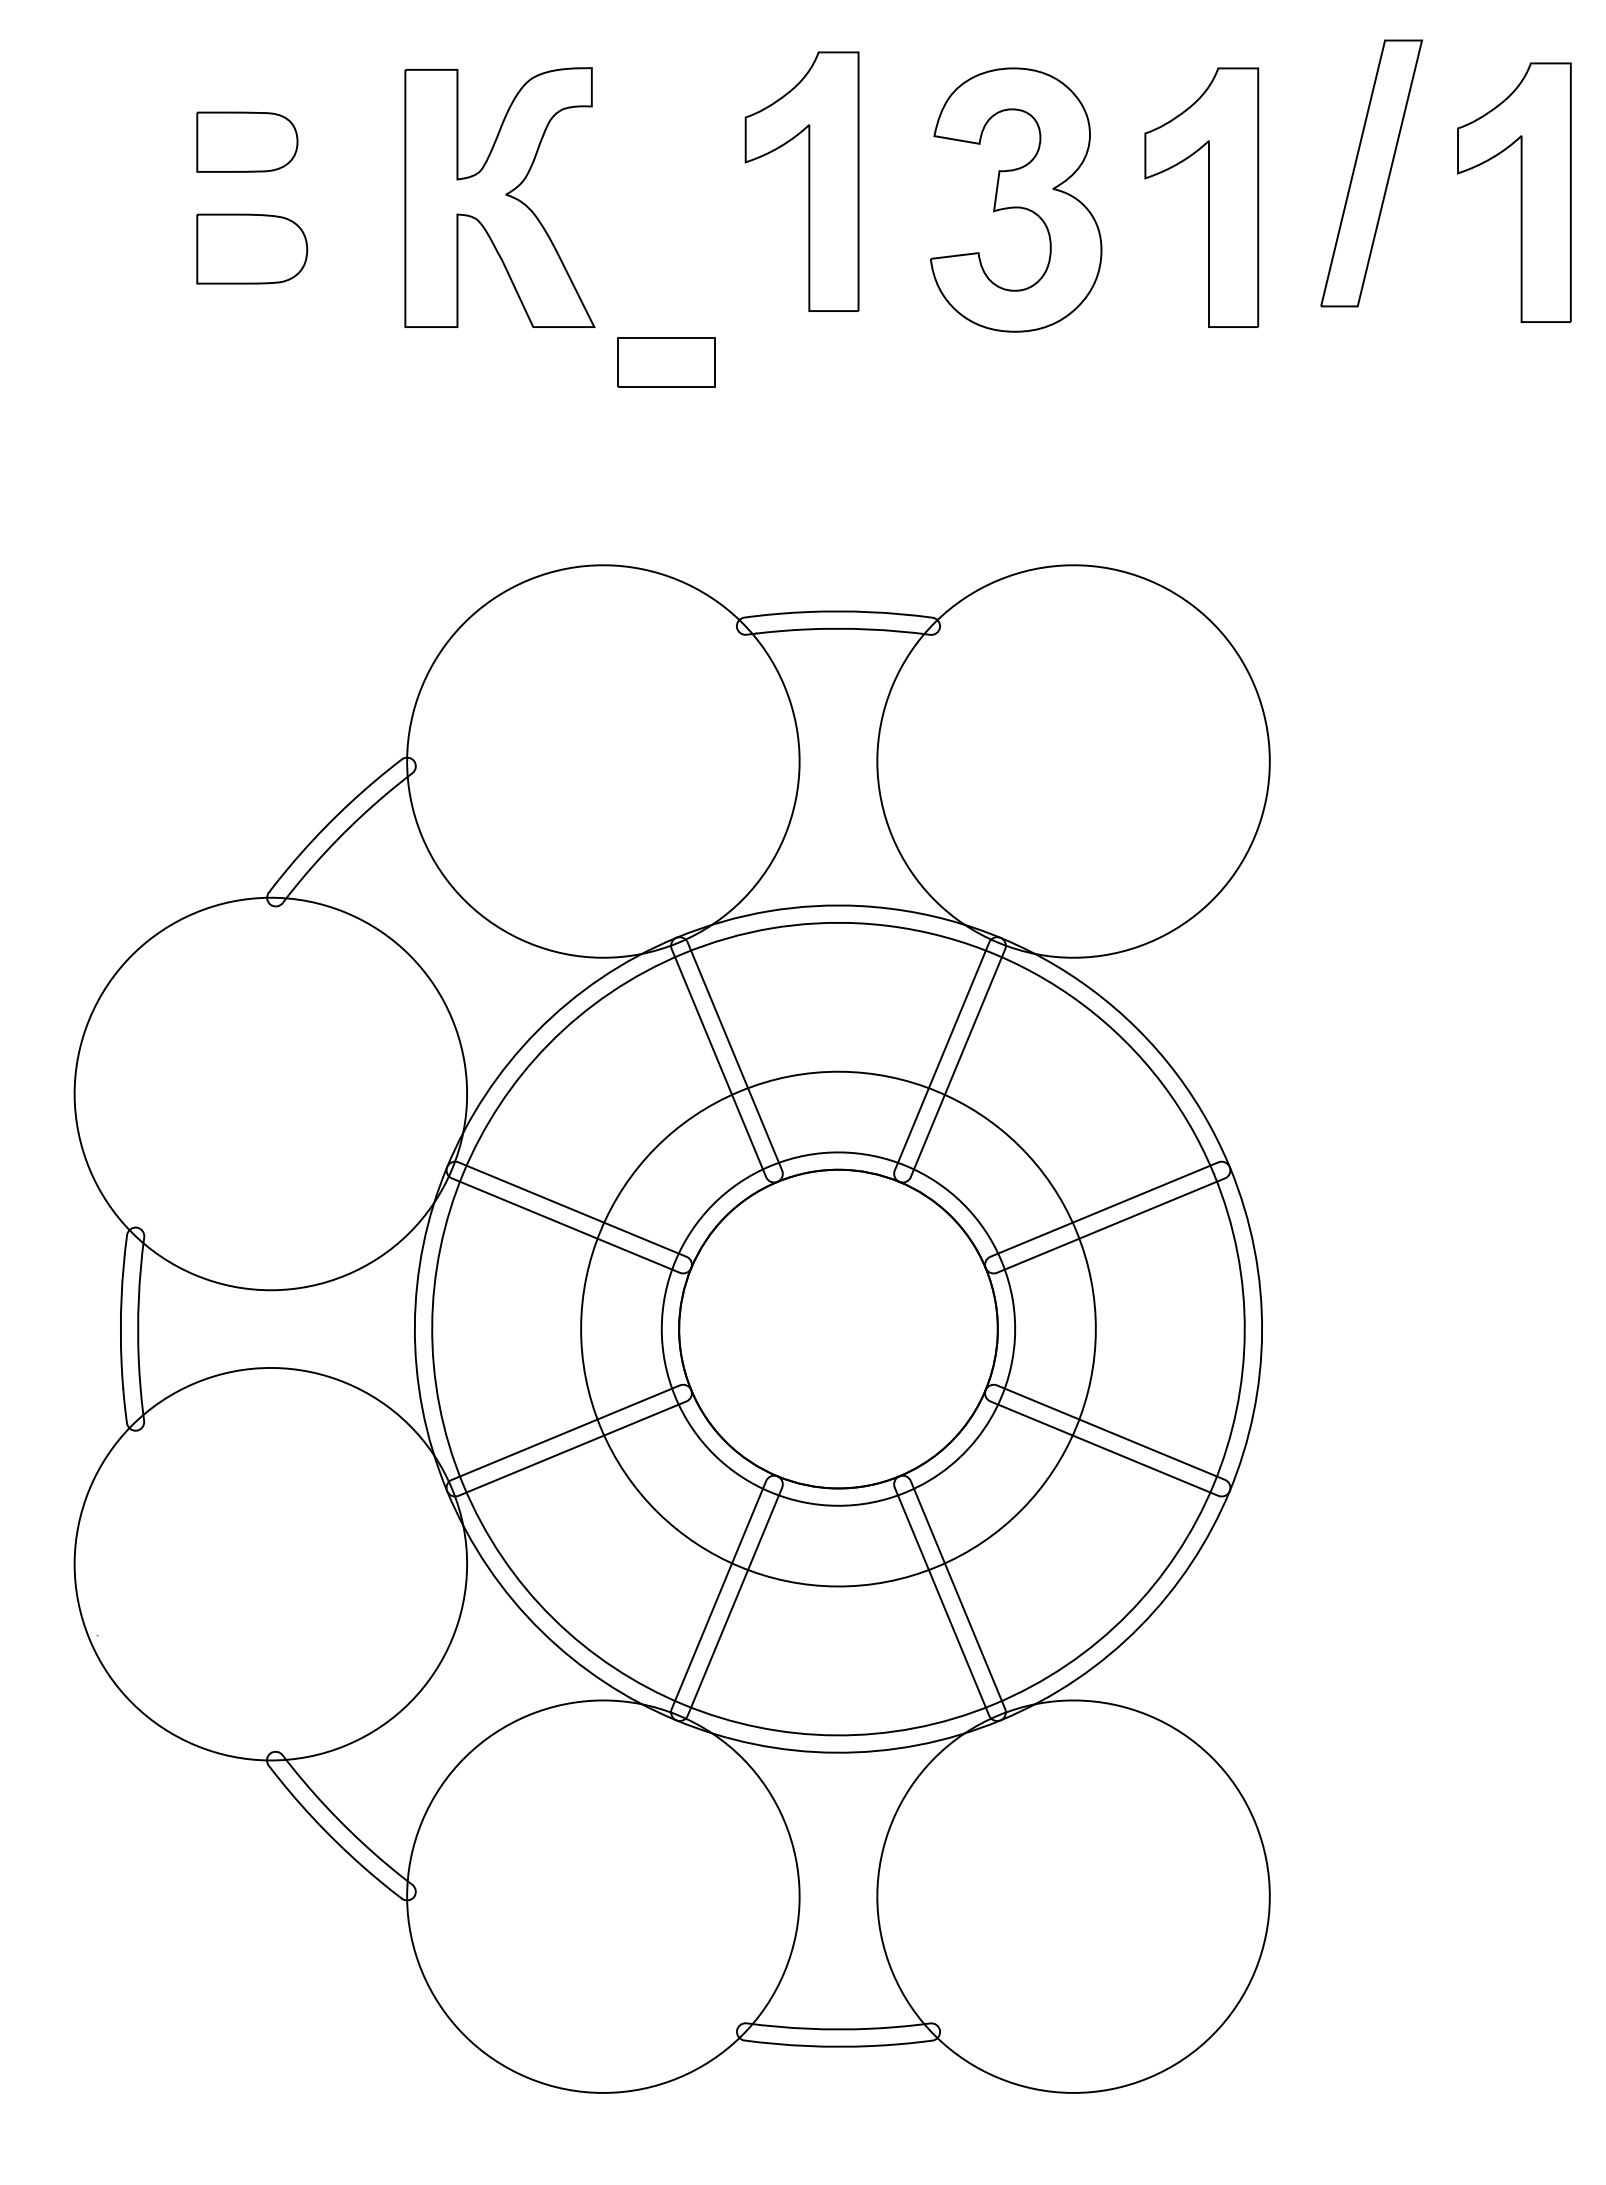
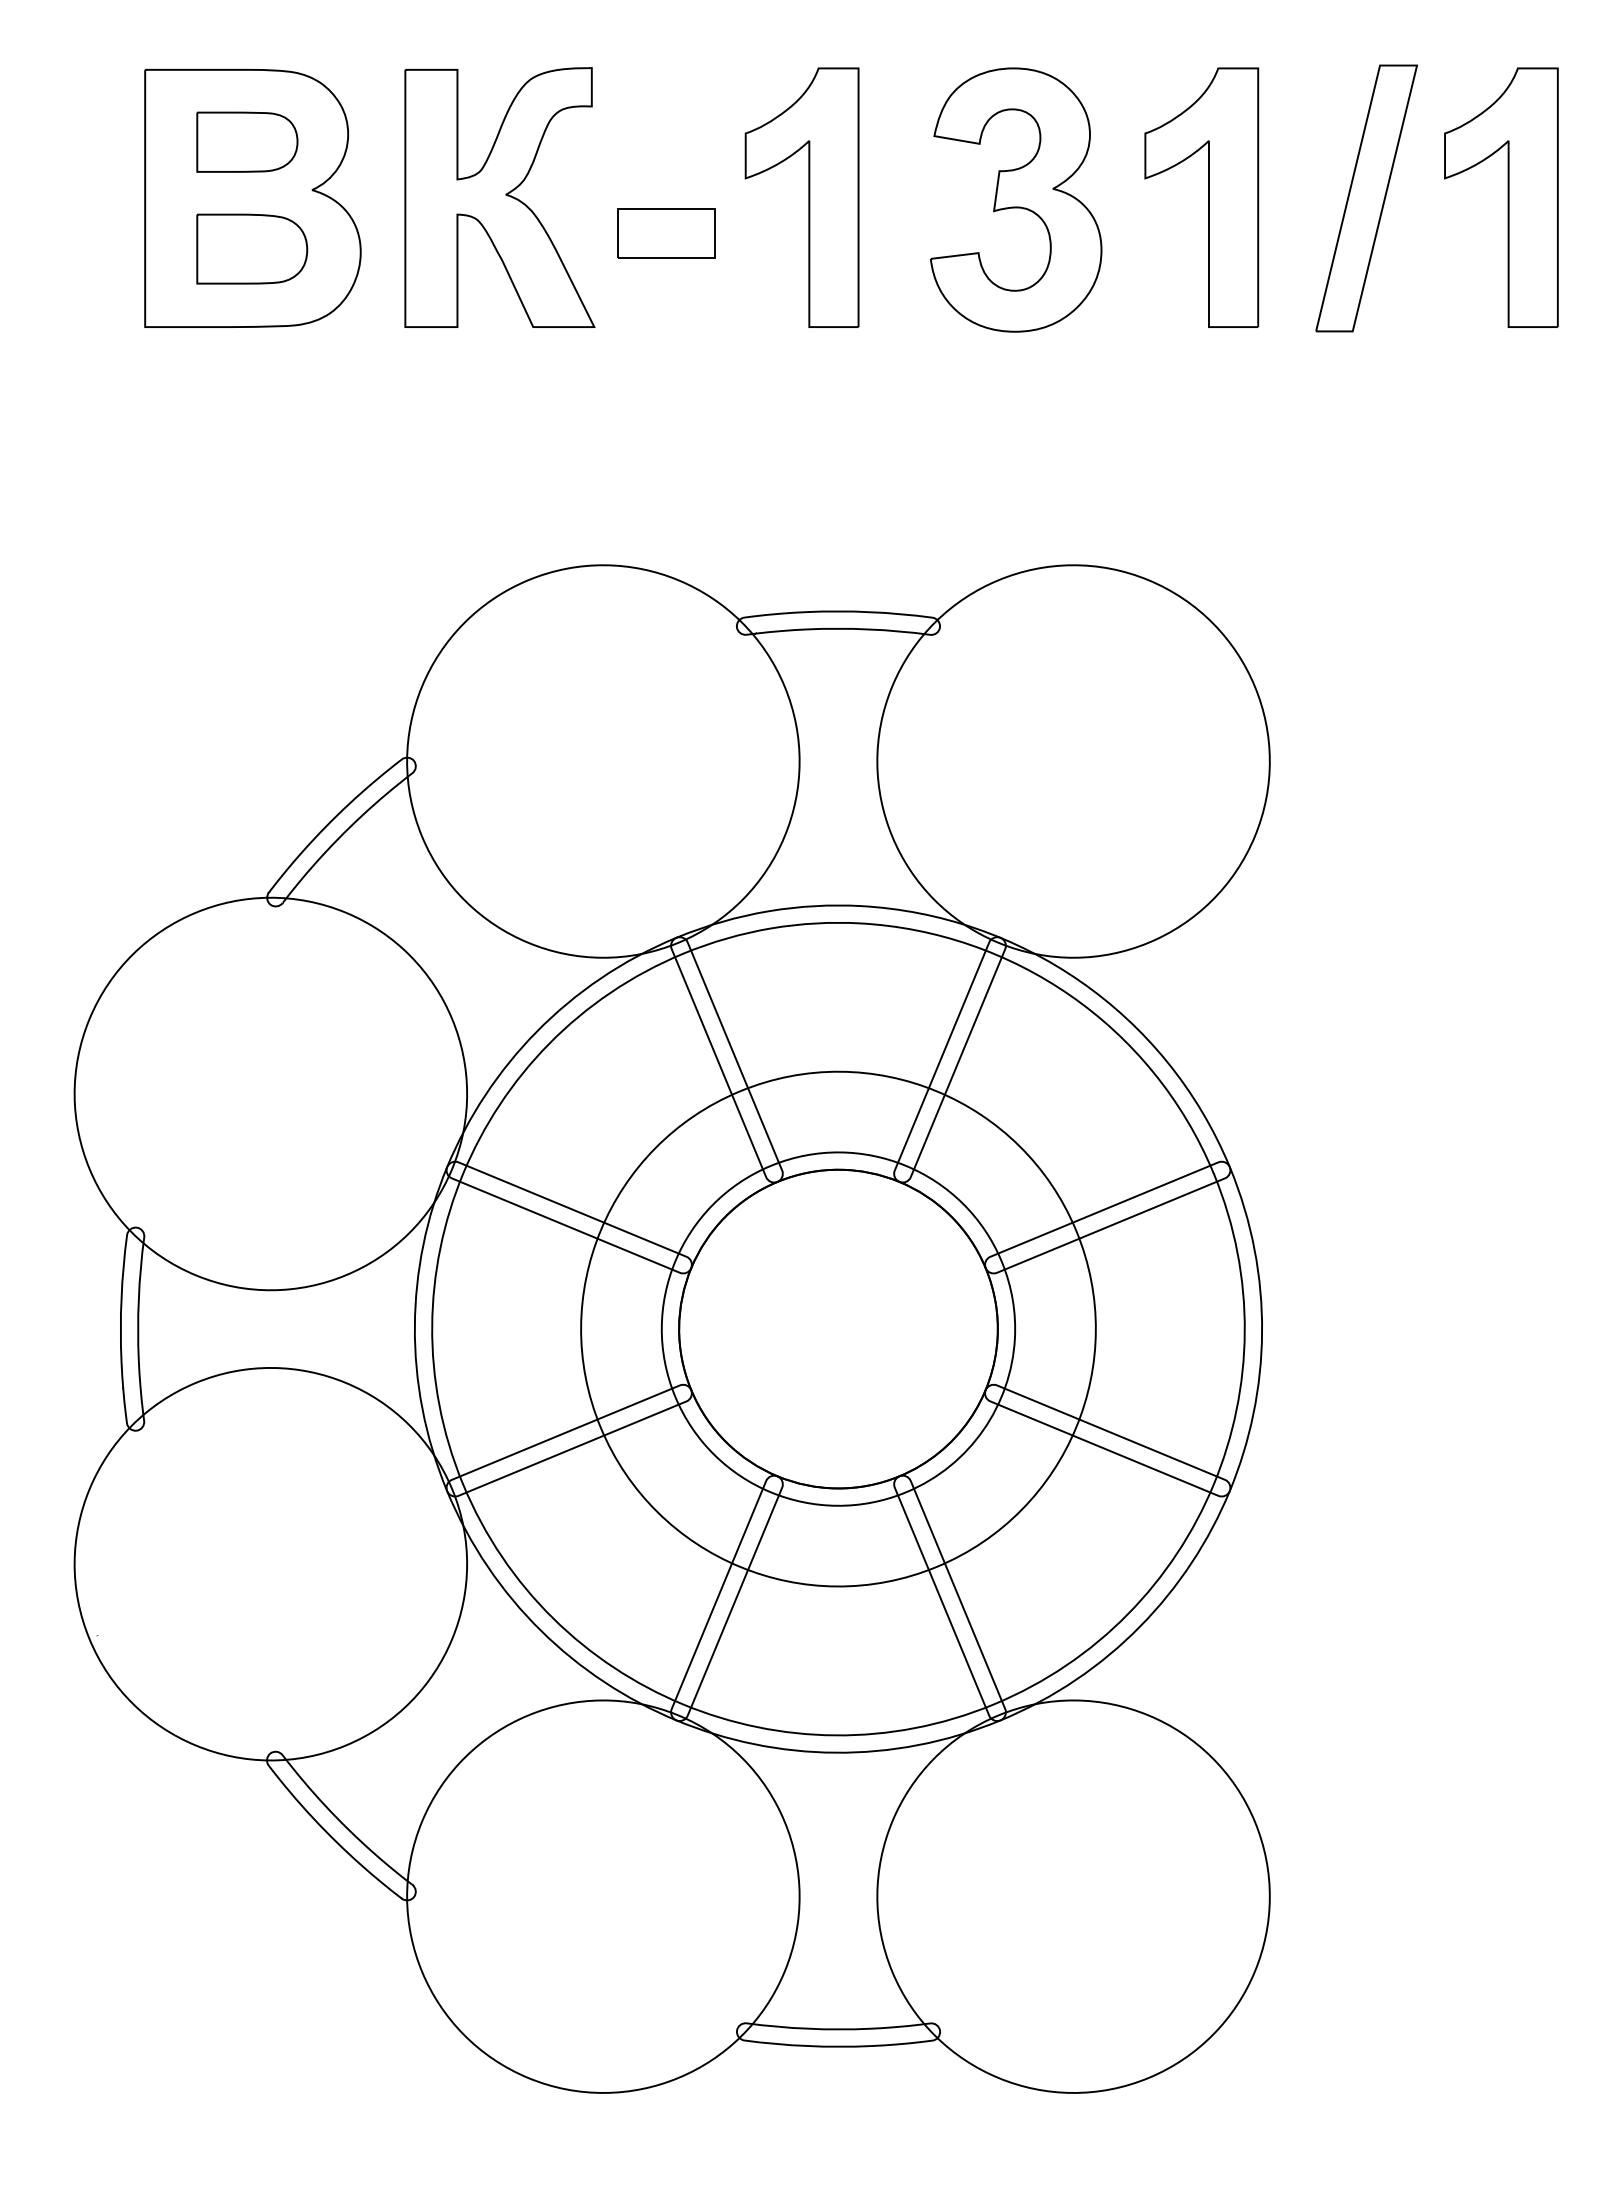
part at (1371, 173) position: (1371, 173) -> (1366, 198)
part at (808, 181) position: (808, 181) -> (808, 197)
part at (1514, 192) position: (1514, 192) -> (1501, 197)
part at (252, 198): none -> present
part at (666, 362) position: (666, 362) -> (666, 233)
